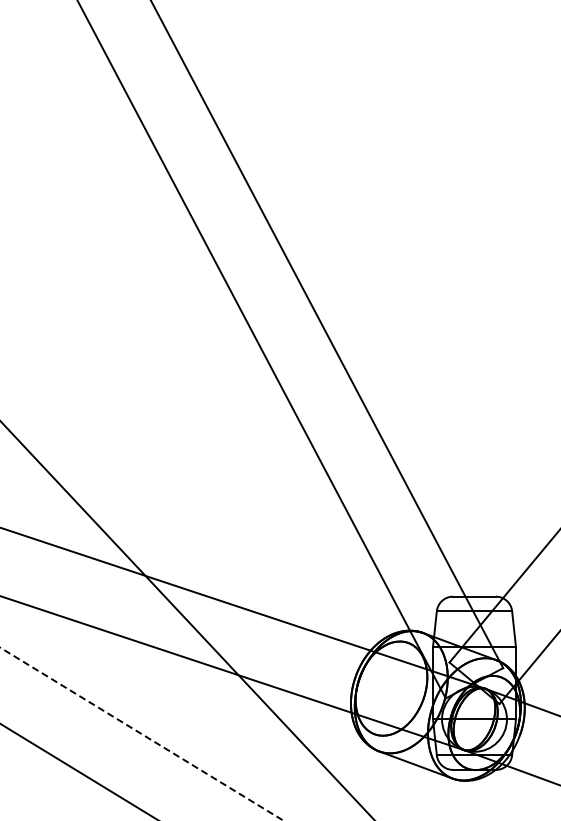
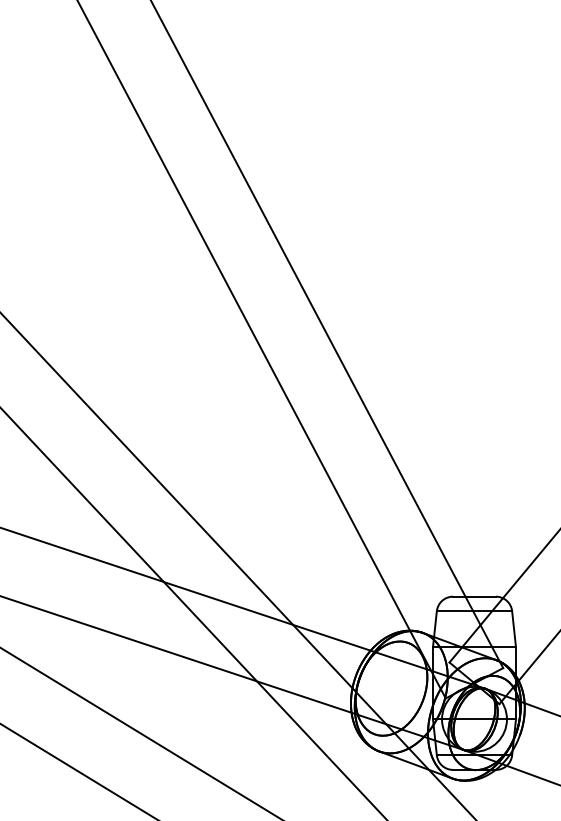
line at (237, 565): none -> present
line at (186, 620) position: (186, 620) -> (193, 613)
line at (142, 734): dashed -> solid
